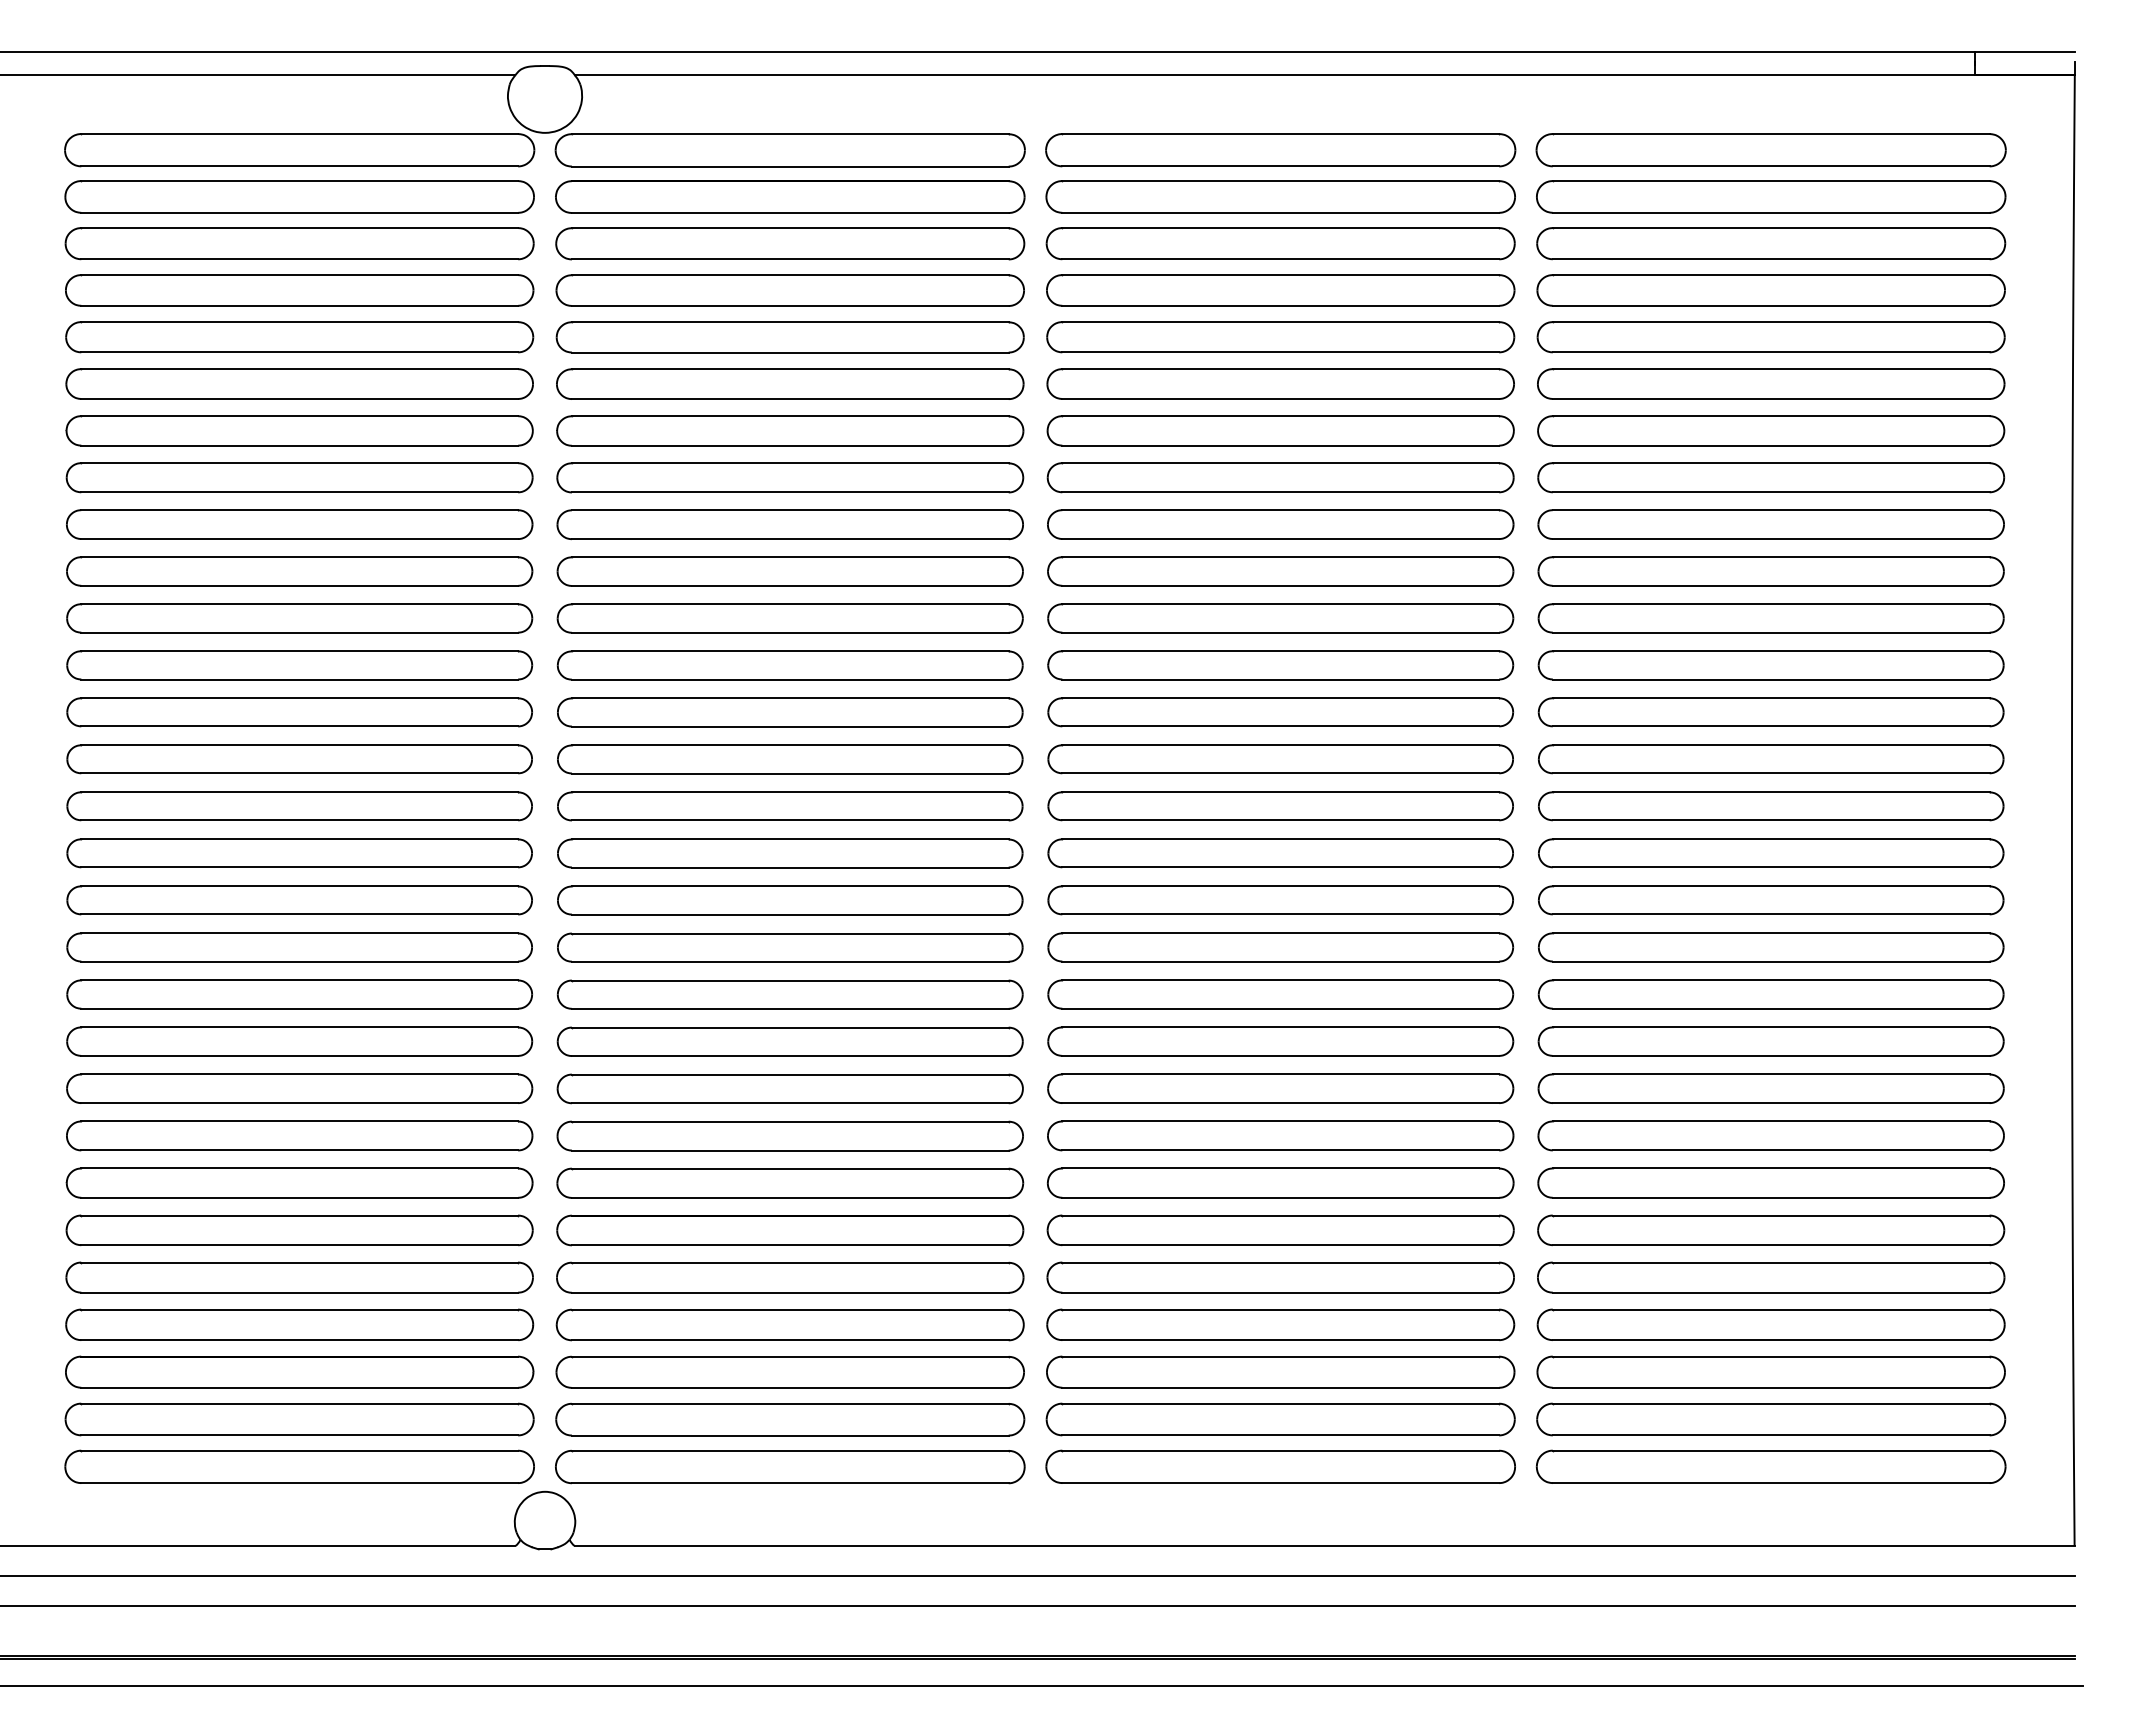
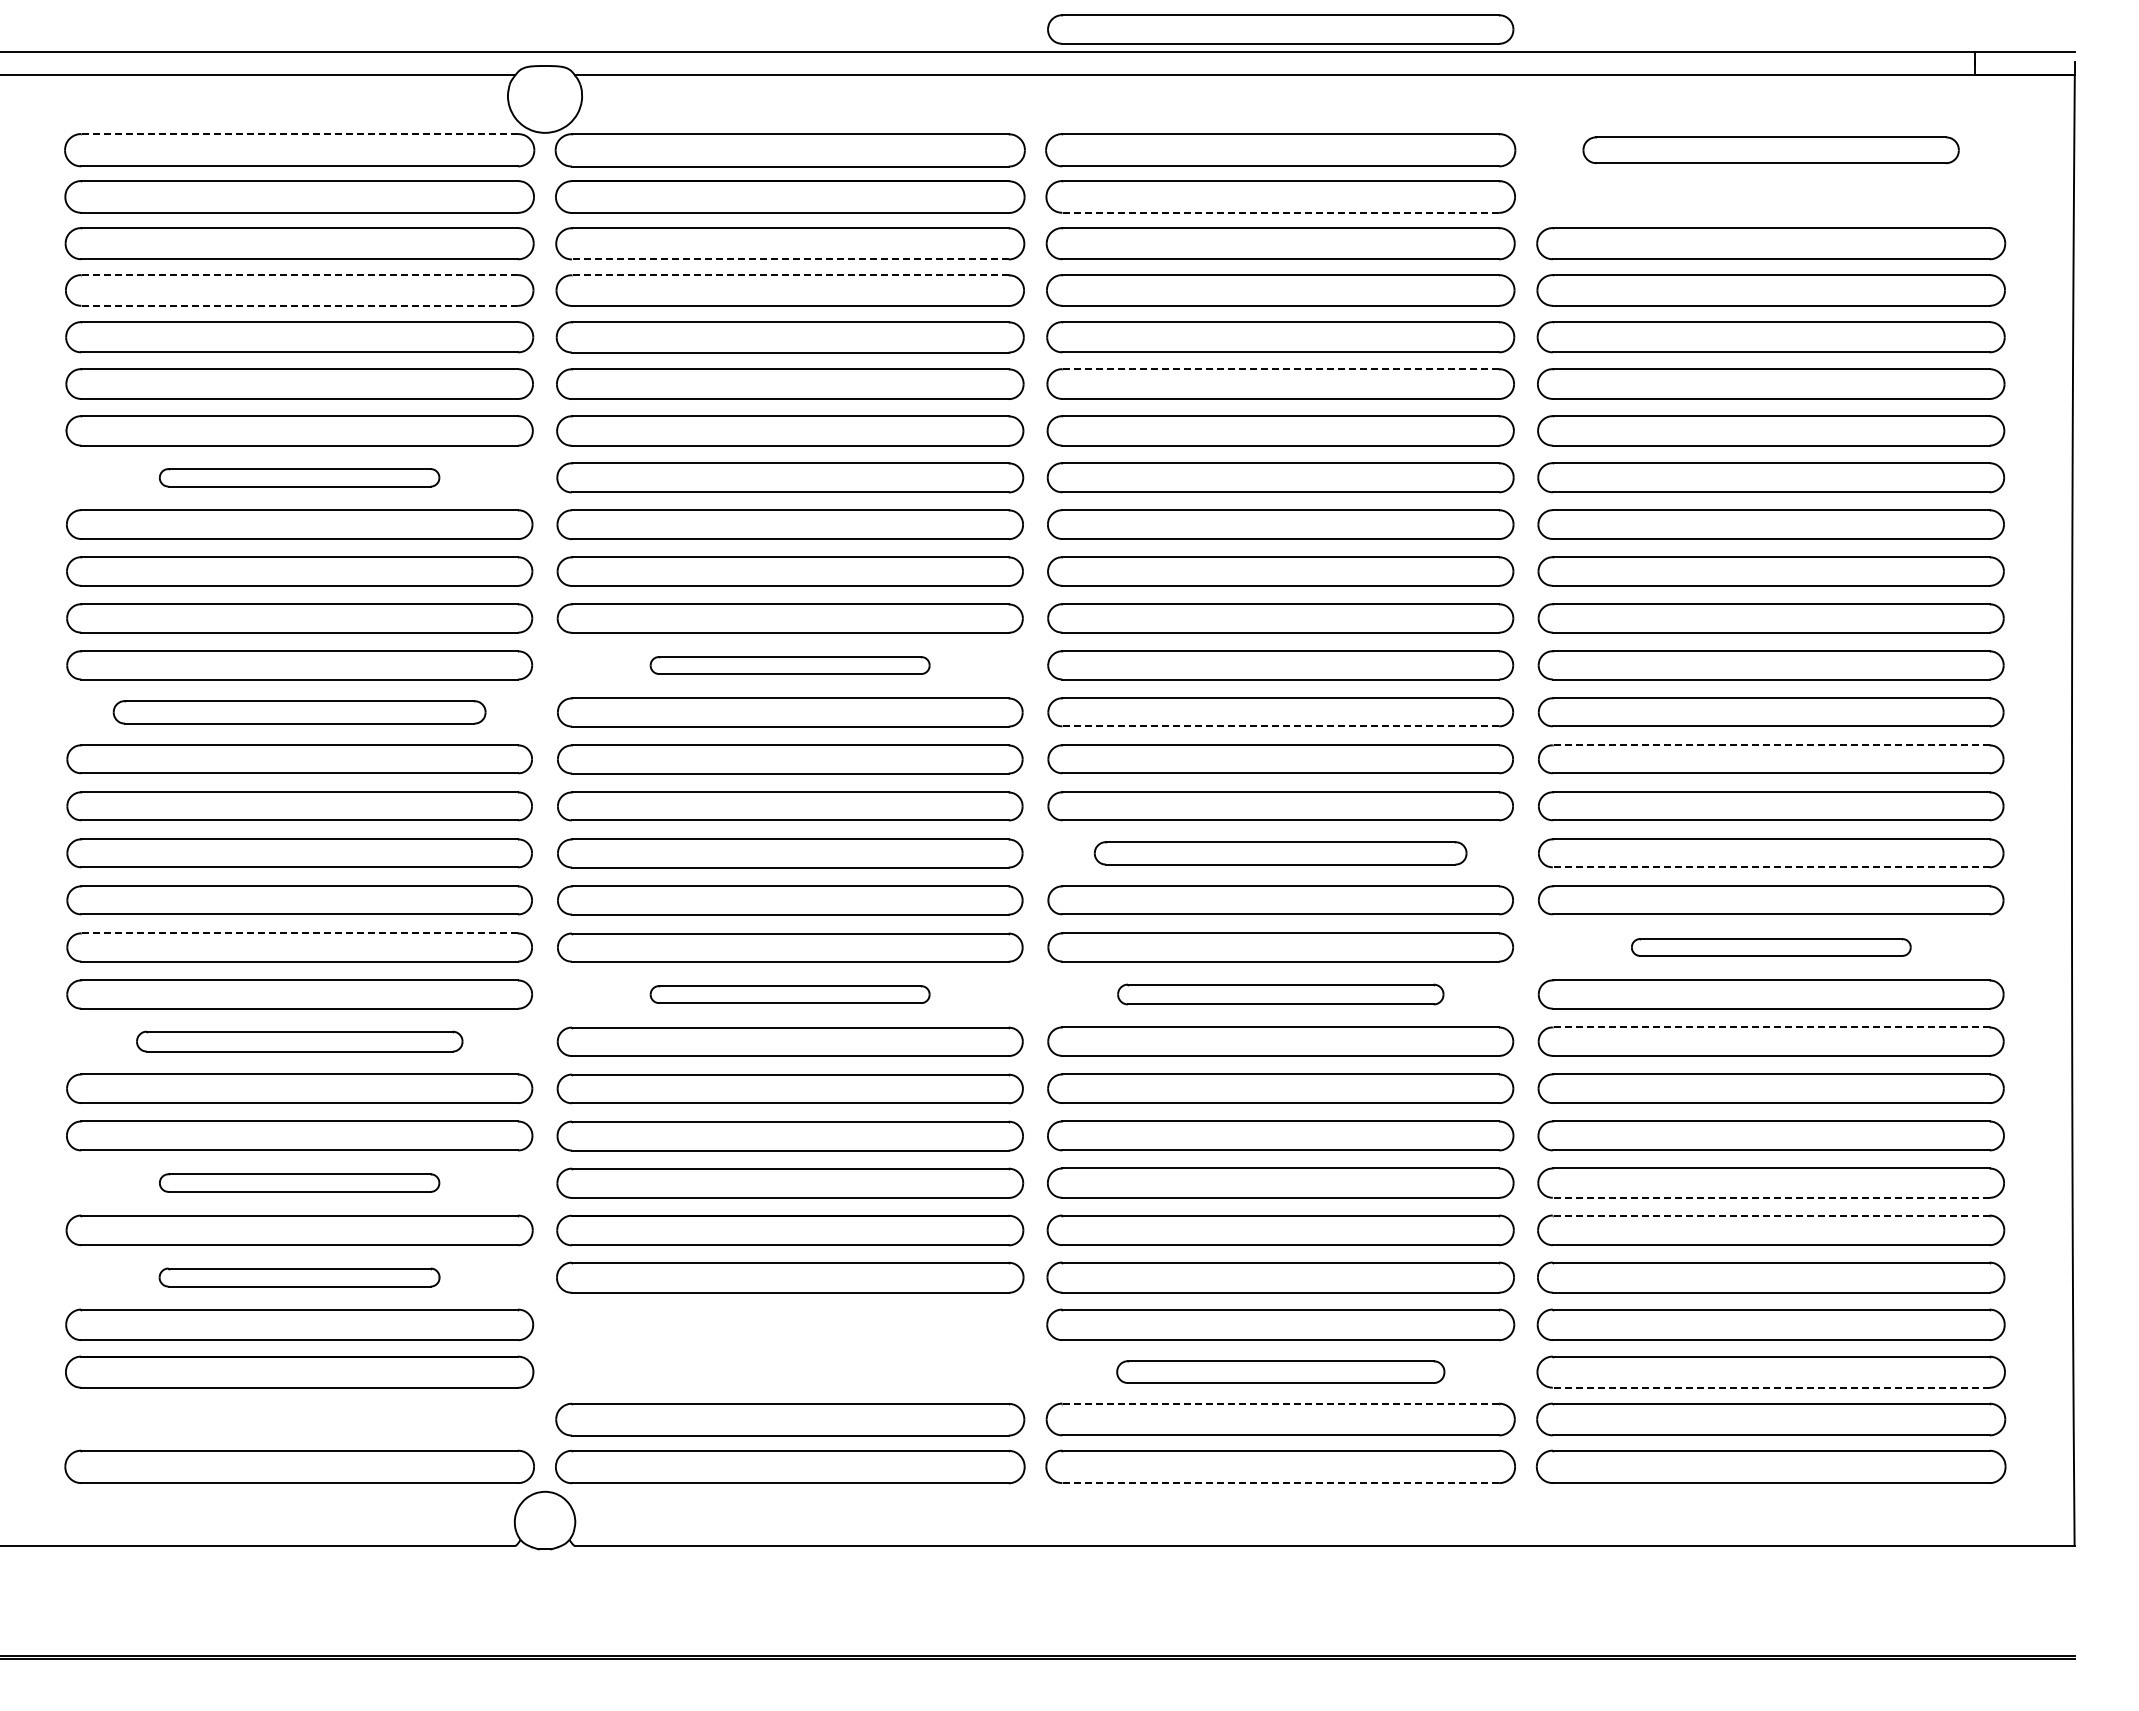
part at (1280, 29): none -> present
line at (299, 134): solid -> dashed
part at (1770, 150) size: 472x35 px -> 378x29 px
part at (1771, 196): present -> none
line at (1280, 212): solid -> dashed
line at (789, 259): solid -> dashed
line at (299, 275): solid -> dashed
line at (789, 275): solid -> dashed
line at (299, 305): solid -> dashed
line at (1280, 369): solid -> dashed
part at (299, 477) size: 469x32 px -> 282x20 px
part at (789, 665) size: 468x31 px -> 282x19 px
part at (299, 712) size: 467x31 px -> 375x25 px
line at (1280, 726): solid -> dashed
line at (1770, 745): solid -> dashed
part at (1280, 853) size: 467x31 px -> 375x25 px
line at (1770, 867): solid -> dashed
line at (299, 933): solid -> dashed
part at (1771, 947) size: 467x31 px -> 281x19 px
part at (789, 994) size: 468x31 px -> 282x19 px
part at (1280, 994) size: 468x31 px -> 328x23 px
line at (1770, 1027): solid -> dashed
part at (299, 1041) size: 468x31 px -> 328x23 px
part at (299, 1182) size: 469x32 px -> 282x20 px
line at (1770, 1197): solid -> dashed
line at (1770, 1215): solid -> dashed
part at (299, 1277) size: 469x33 px -> 283x21 px
part at (789, 1324): present -> none
part at (789, 1371): present -> none
part at (1280, 1371) size: 470x34 px -> 330x24 px
line at (1770, 1387): solid -> dashed
line at (1280, 1403): solid -> dashed
part at (299, 1419): present -> none
line at (1280, 1483): solid -> dashed
line at (1038, 1576): present -> none
line at (1038, 1606): present -> none
line at (1042, 1686): present -> none
